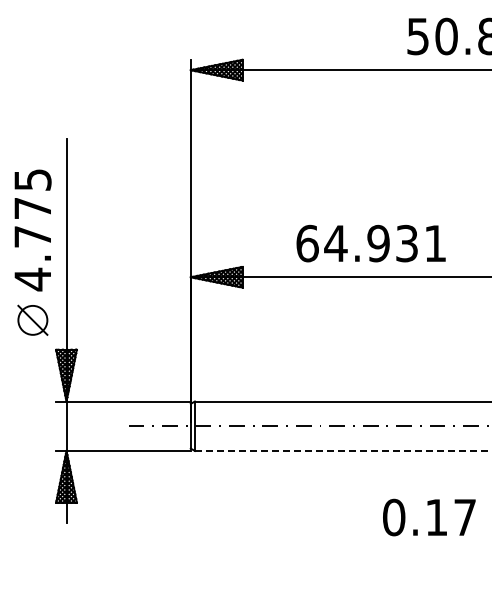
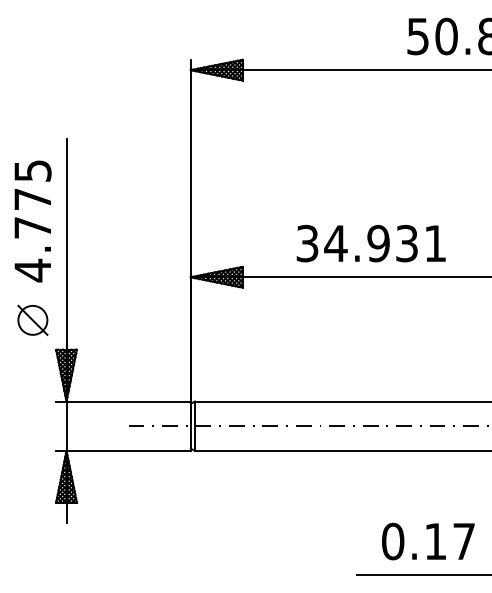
text at (32, 230) position: (32, 230) -> (32, 221)
text at (307, 243): 64.931 -> 34.931
line at (343, 450): dashed -> solid
text at (429, 517) position: (429, 517) -> (428, 541)
line at (422, 575): none -> present
